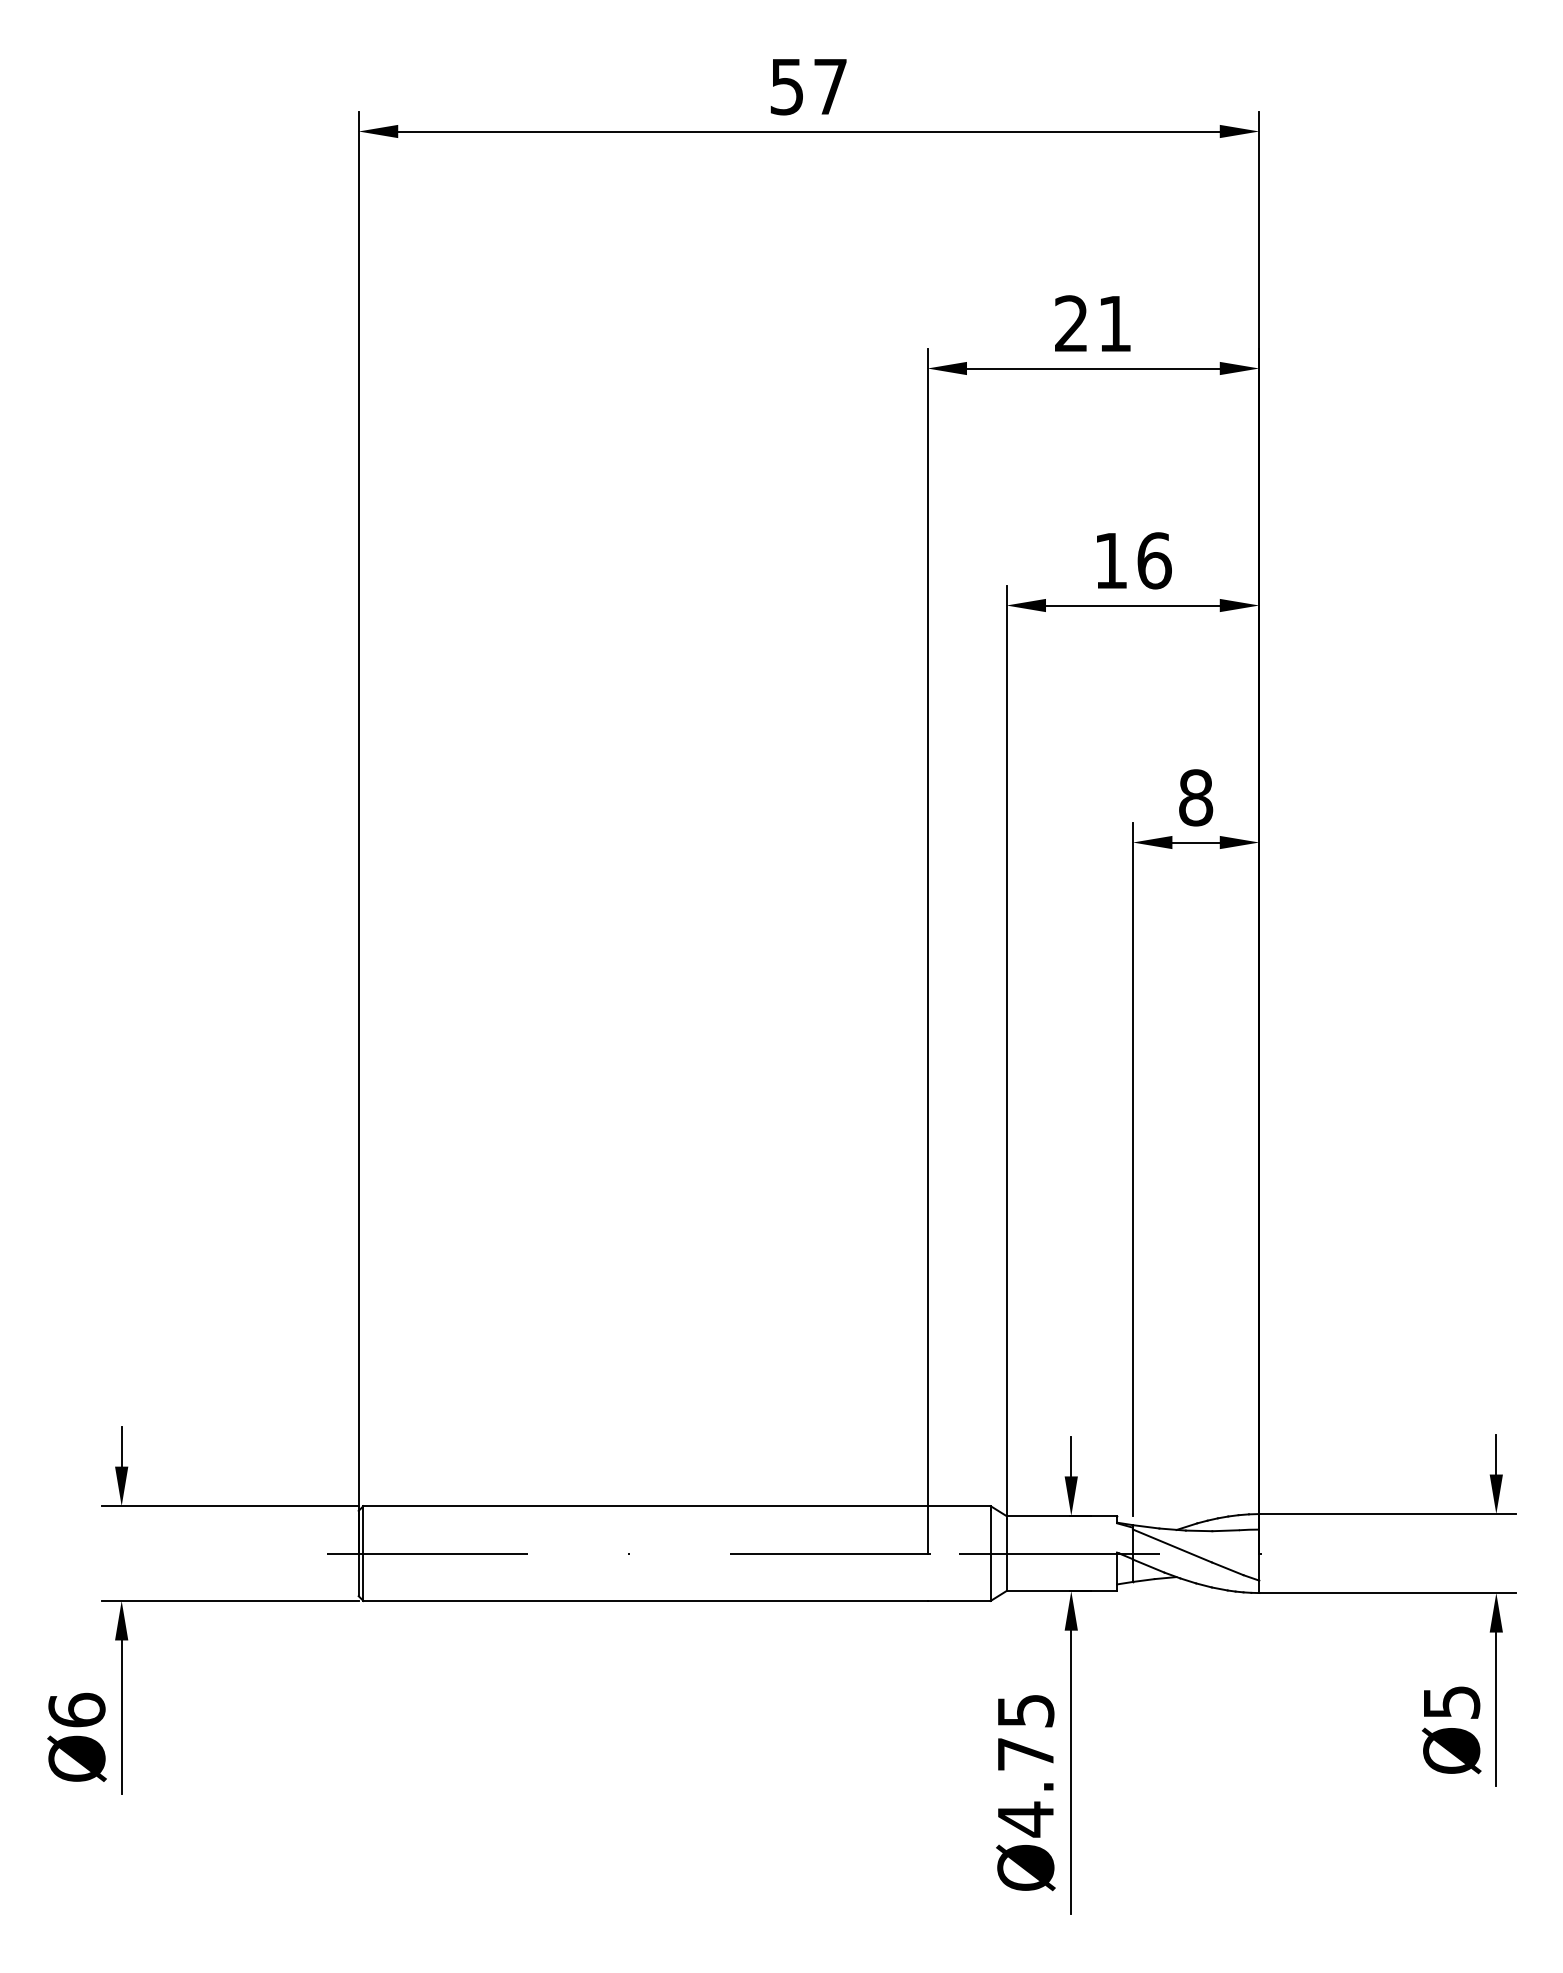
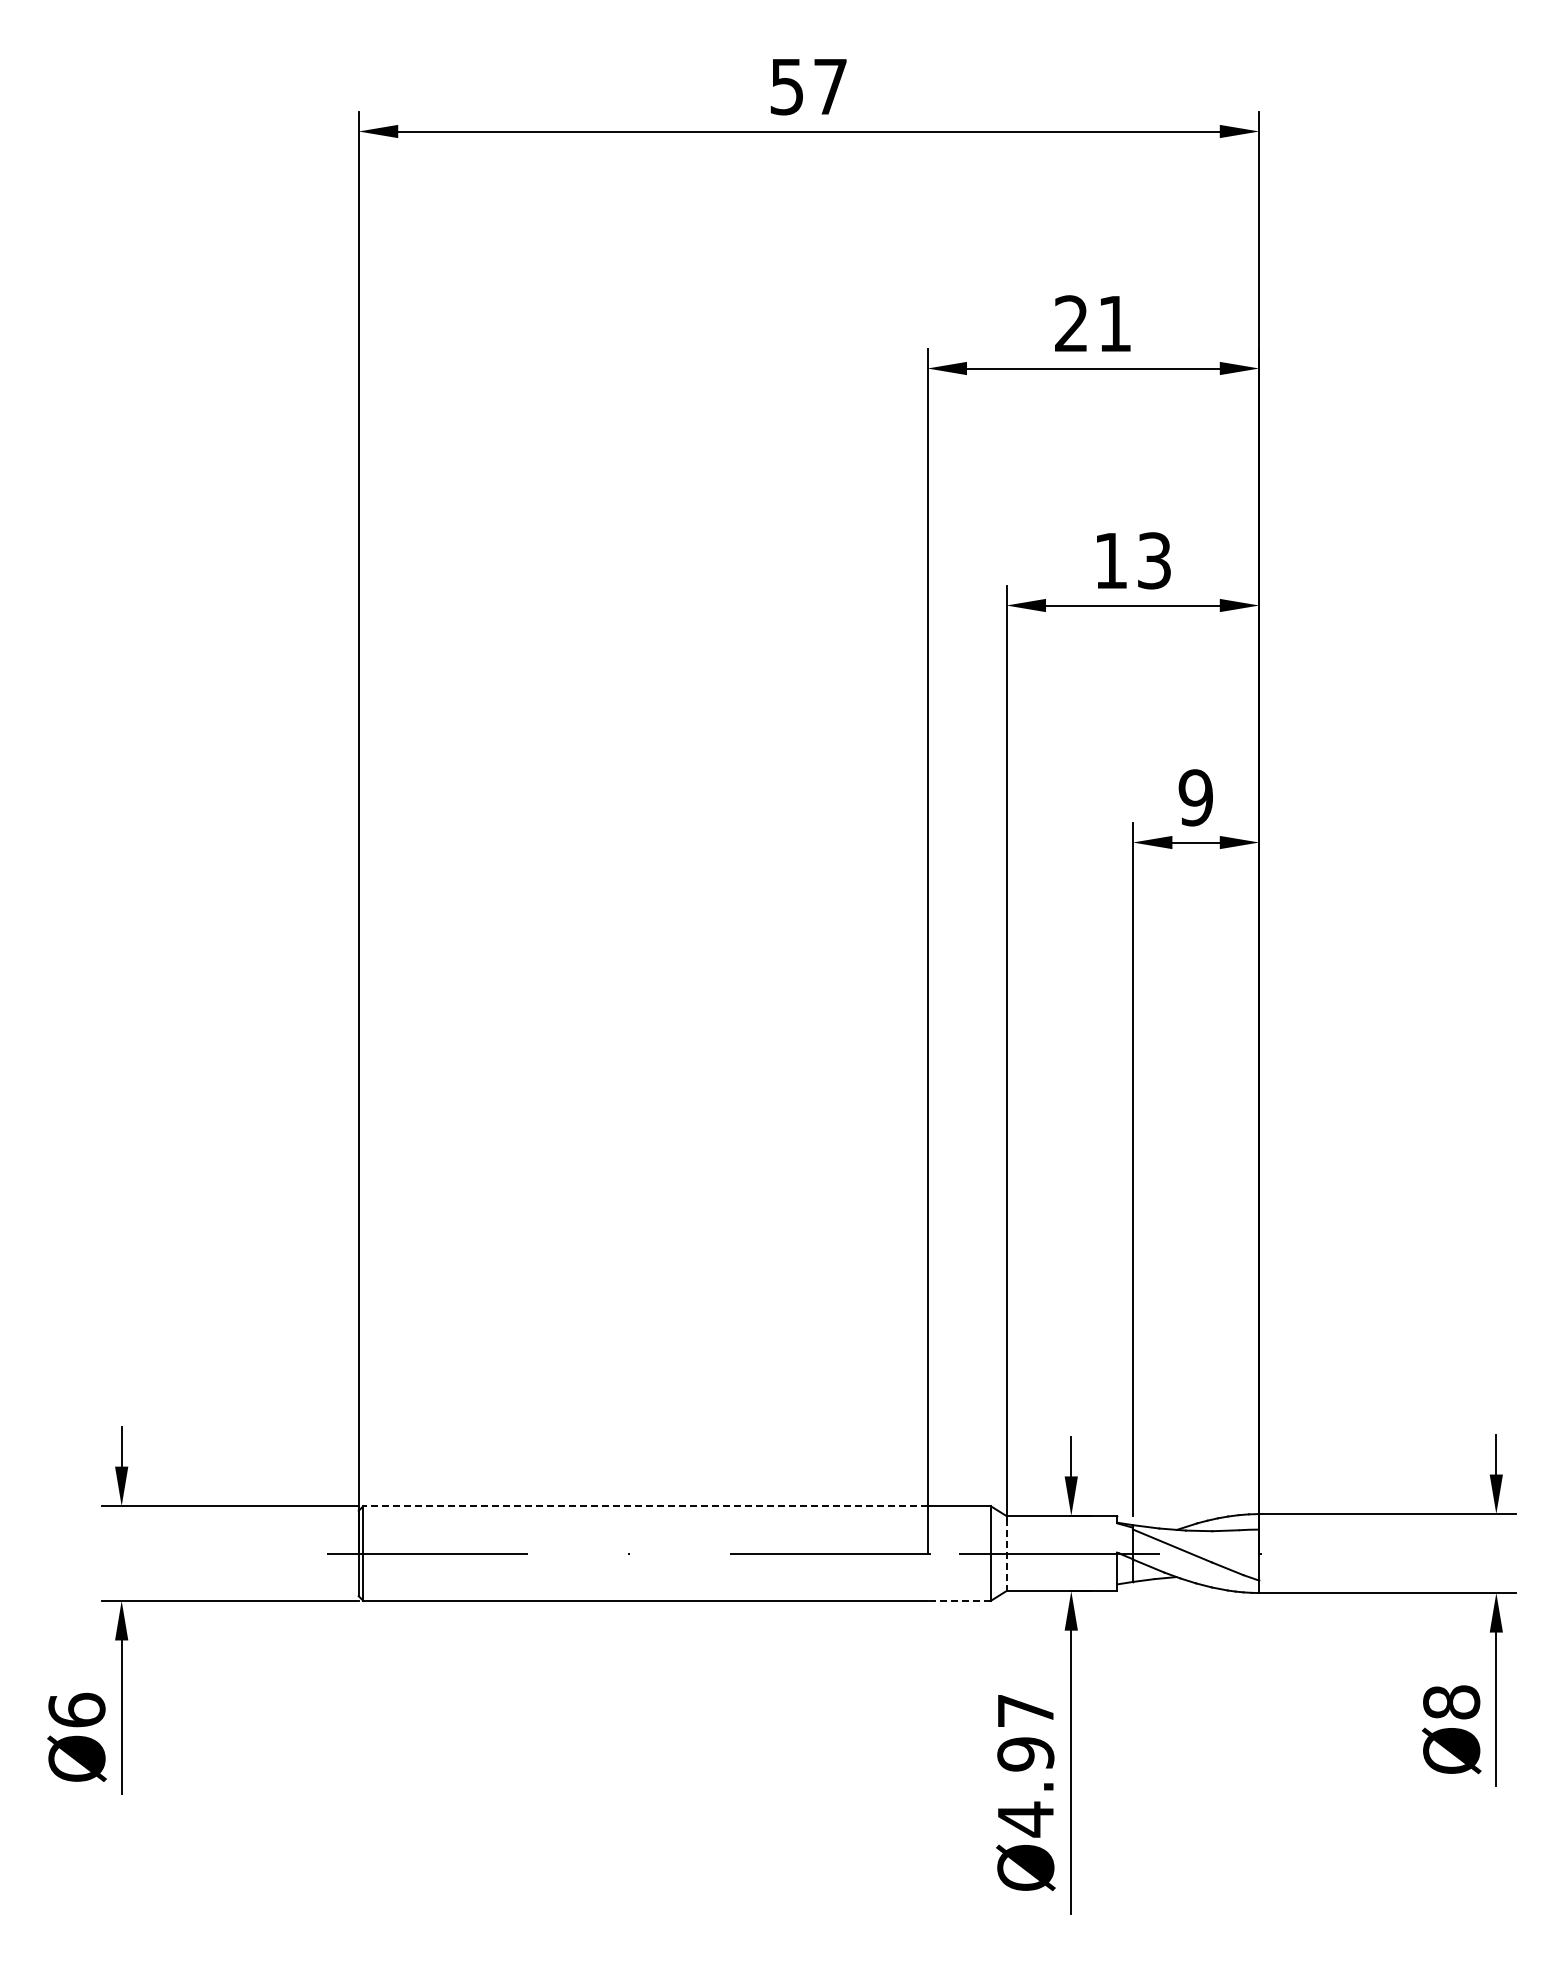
text at (1154, 560): 16 -> 13
text at (1195, 797): 8 -> 9
line at (644, 1506): solid -> dashed
line at (1006, 1555): solid -> dashed
line at (959, 1600): solid -> dashed
text at (1451, 1702): Ø5 -> Ø8
text at (1025, 1733): Ø4.75 -> Ø4.97
